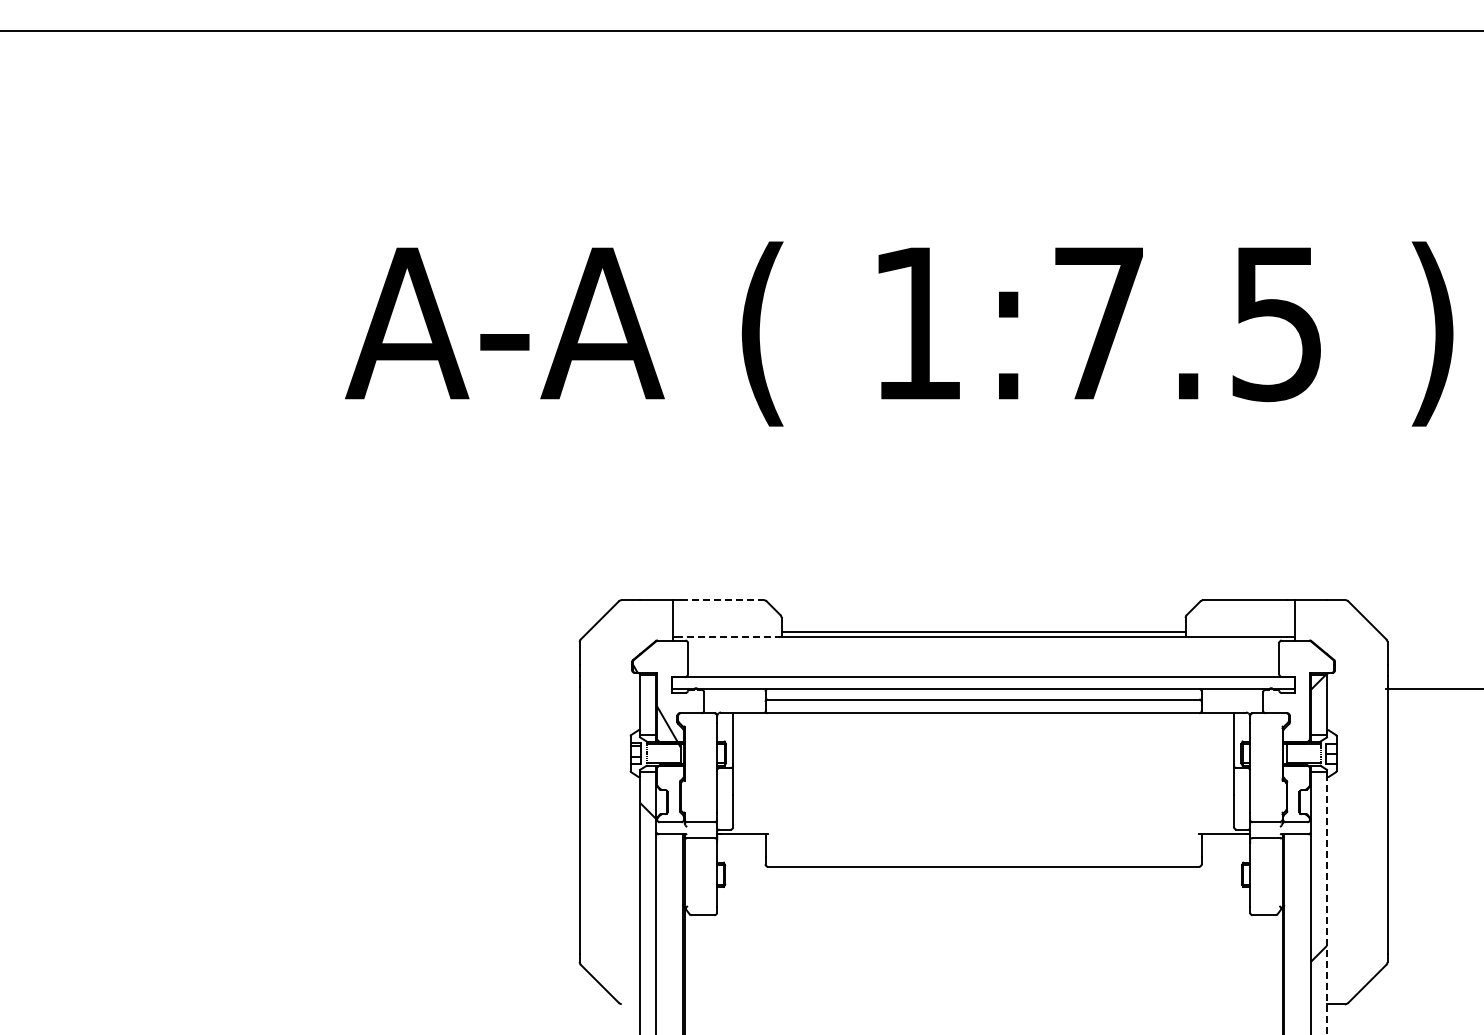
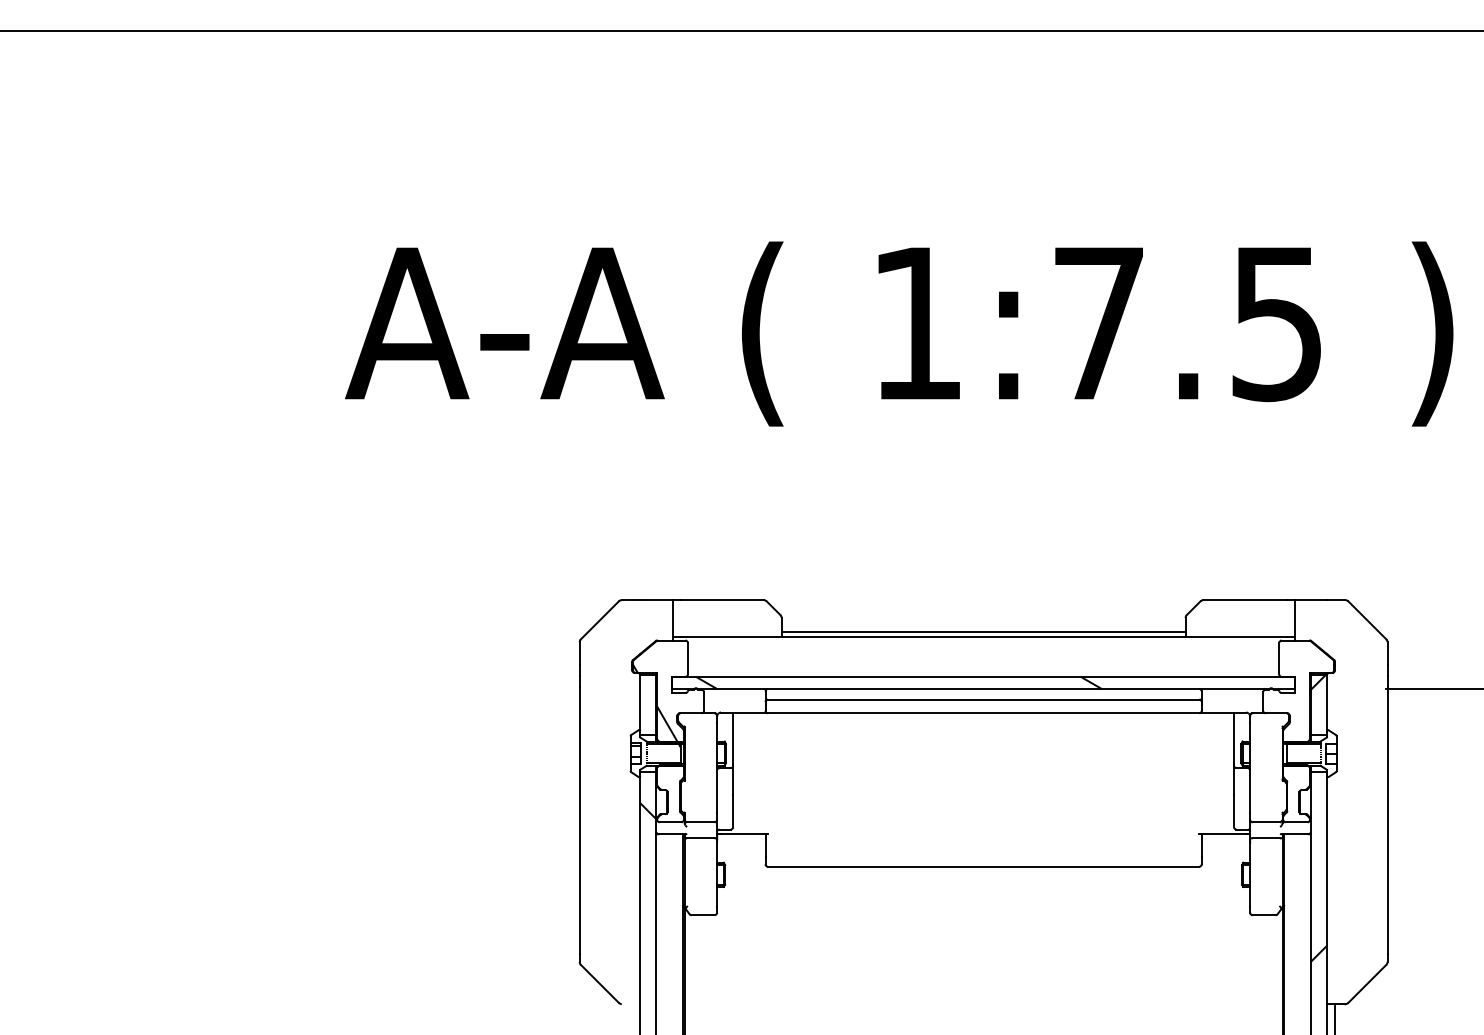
line at (722, 600): dashed -> solid
line at (730, 636): dashed -> solid
hatch at (898, 682): none -> present
line at (1326, 902): dashed -> solid
line at (1335, 1017): none -> present
